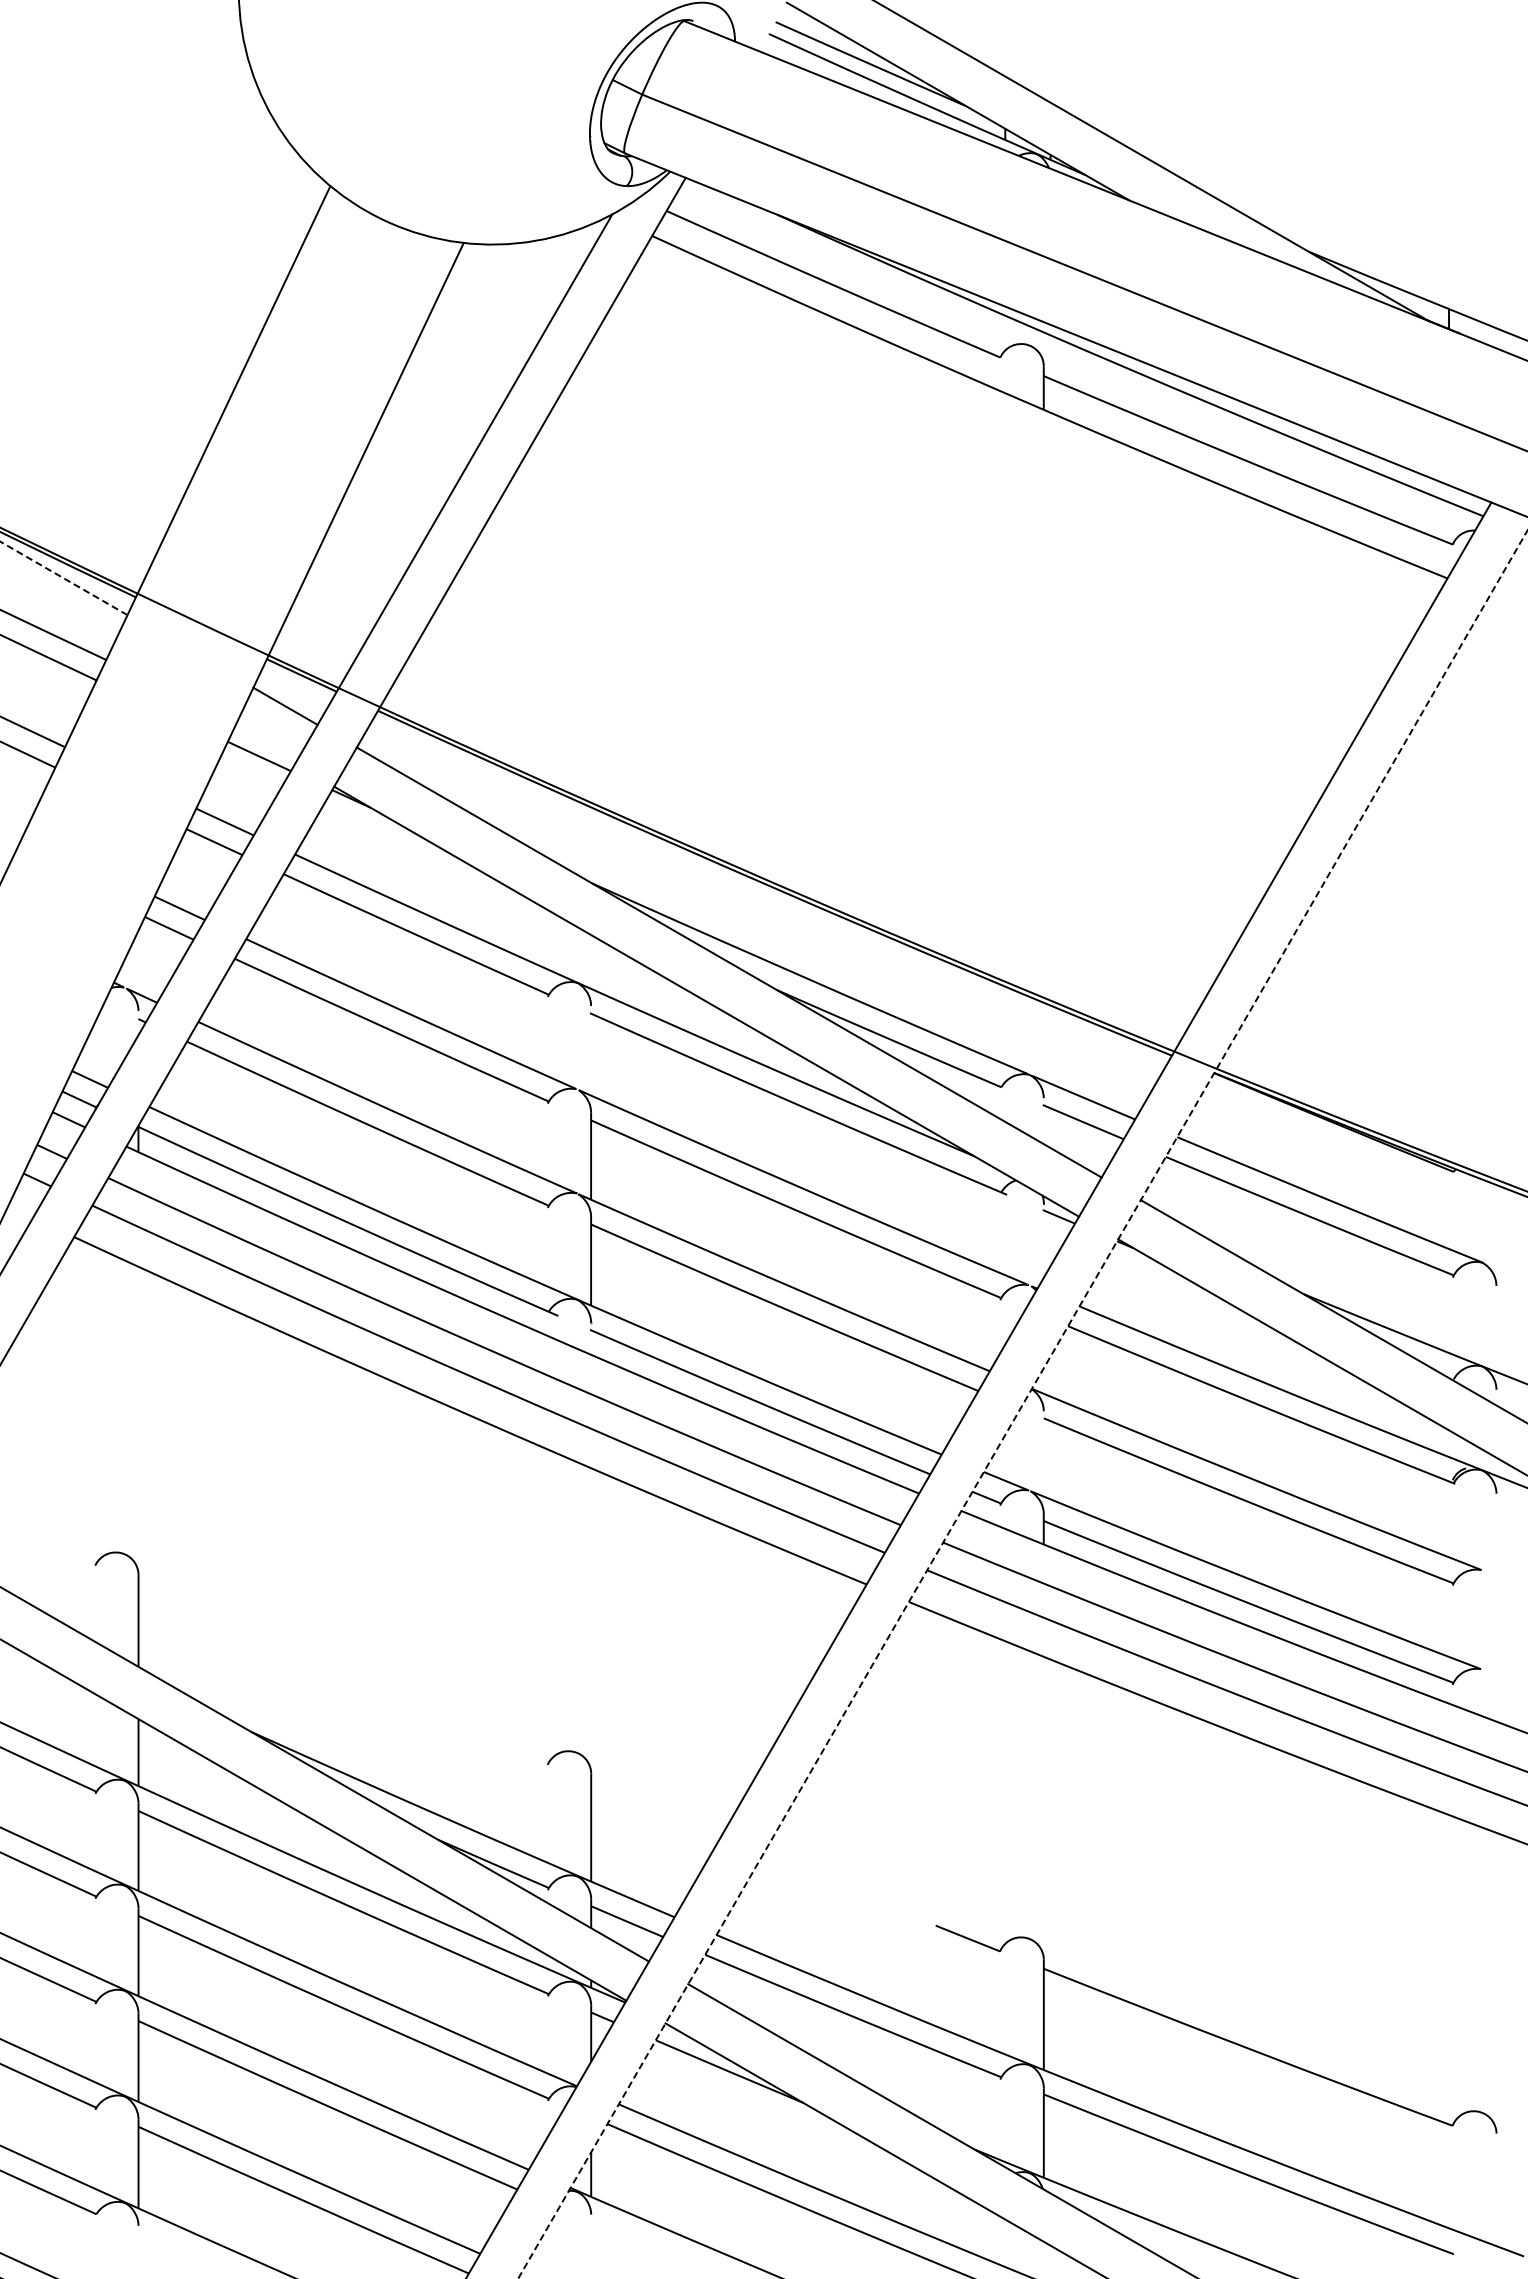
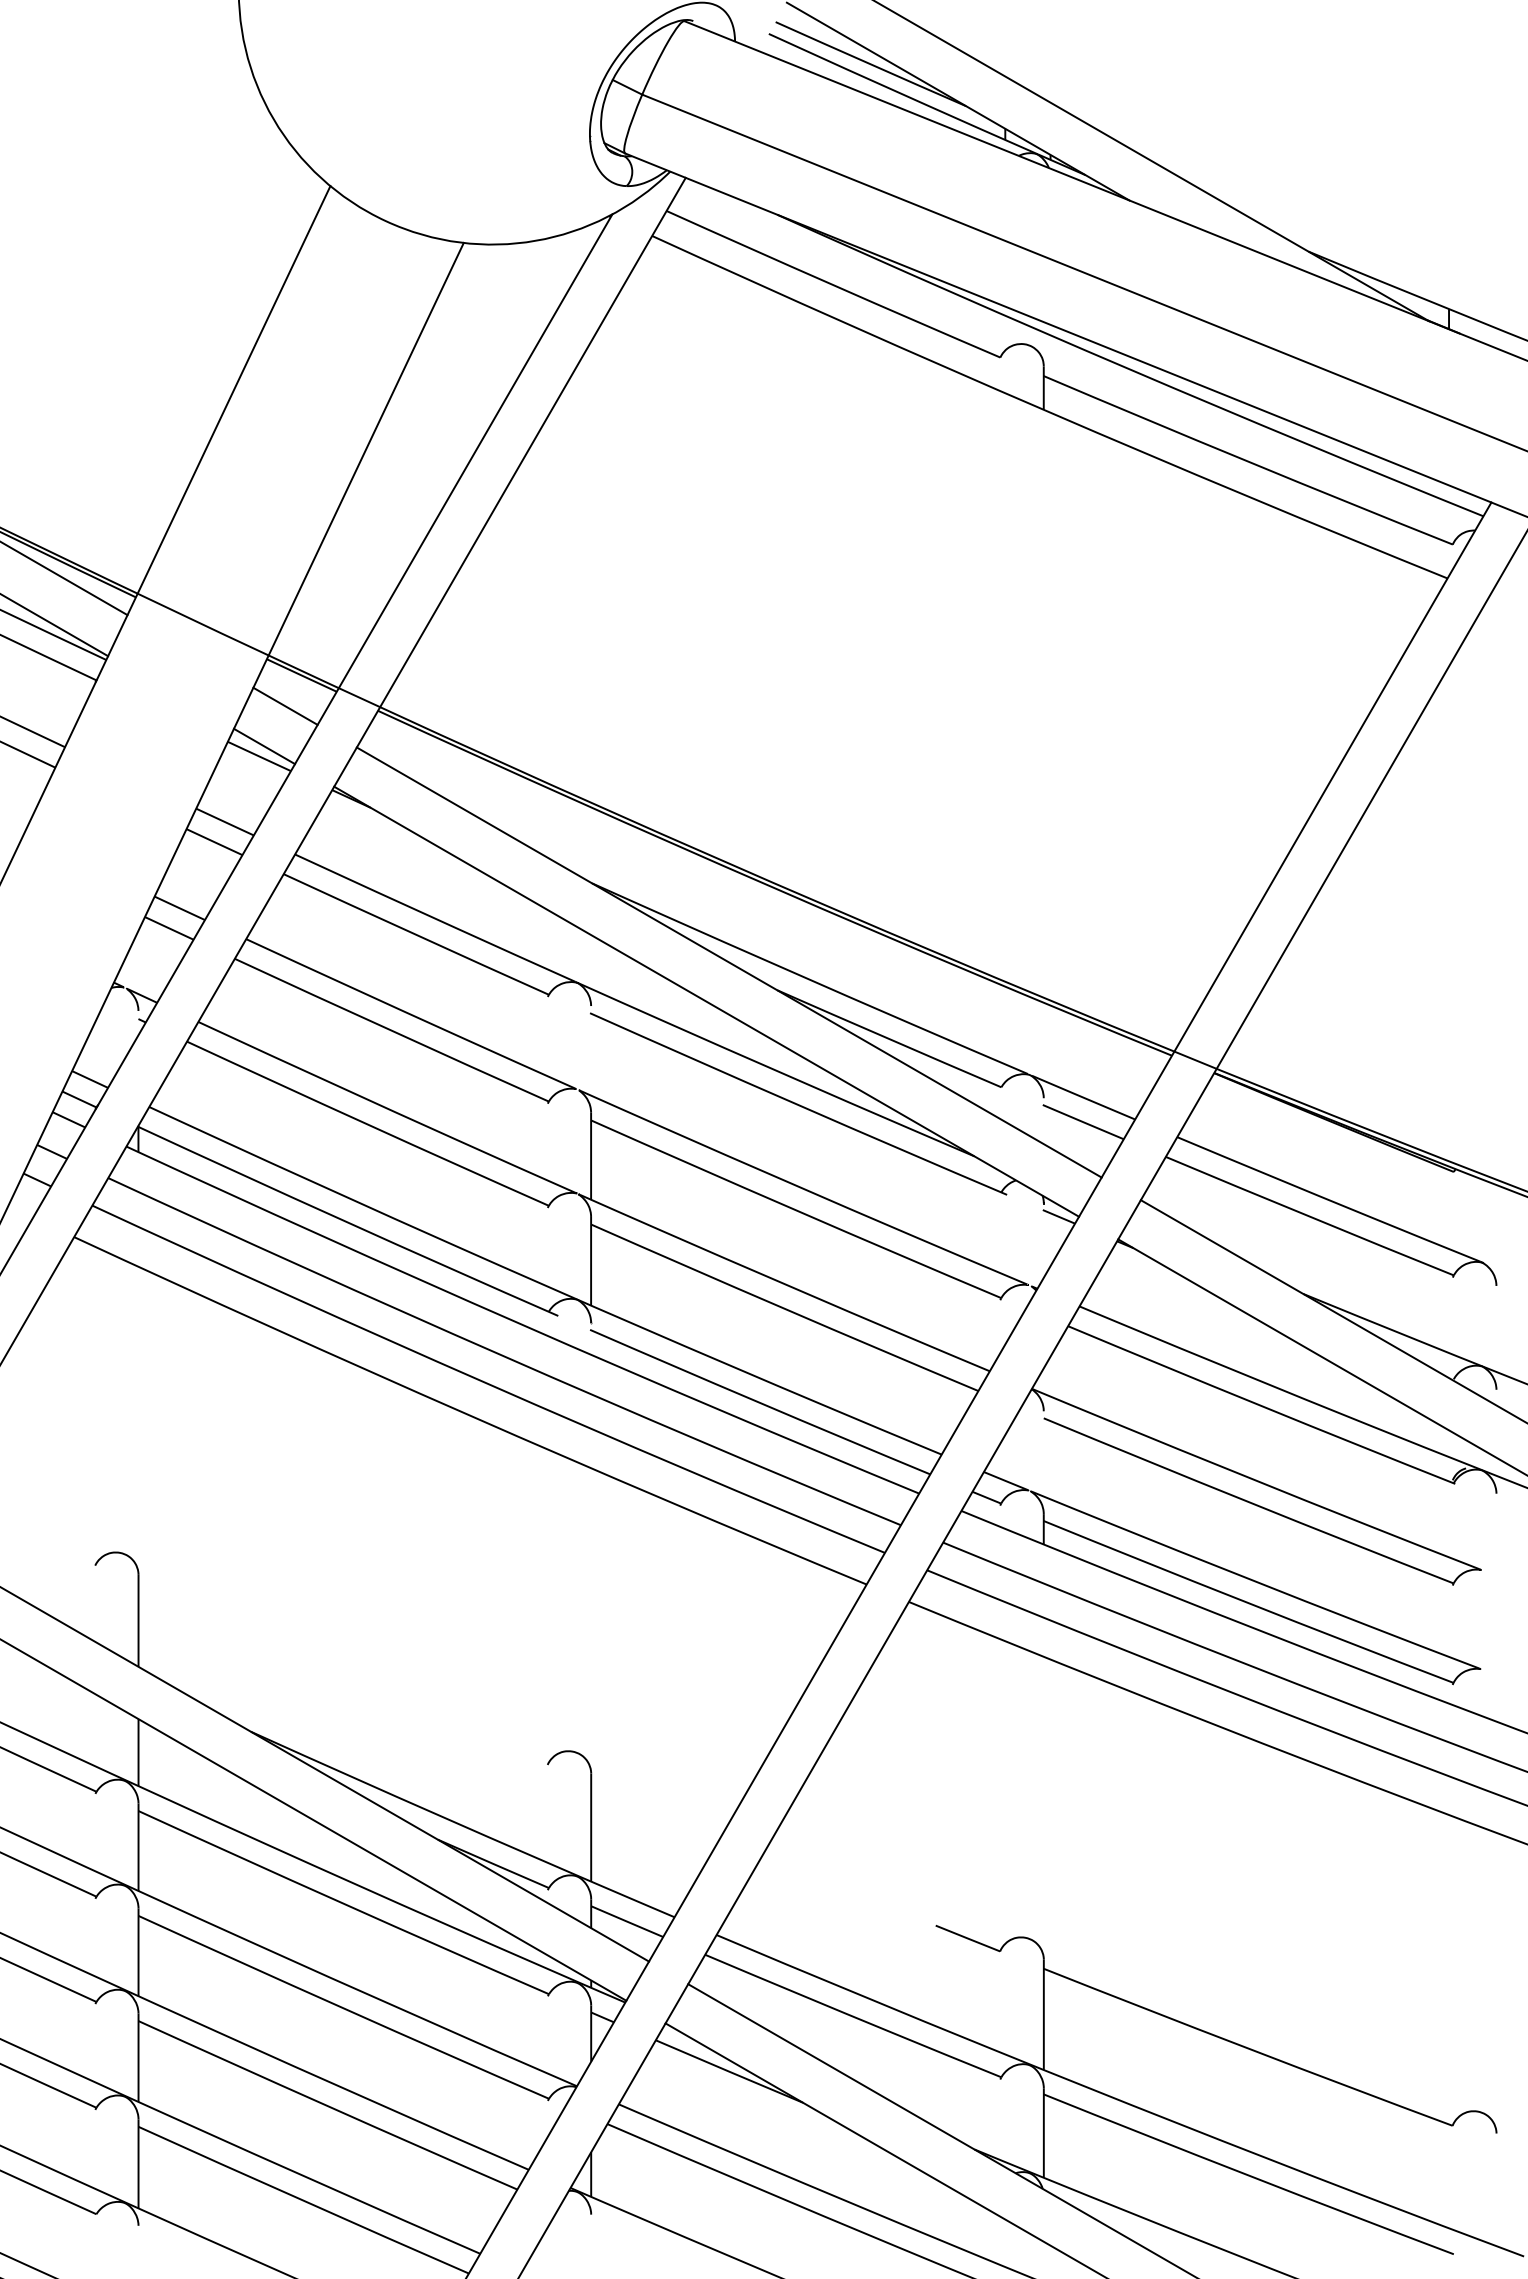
line at (63, 578): dashed -> solid
line at (55, 625): none -> present
line at (264, 746): none -> present
line at (1022, 1404): dashed -> solid
